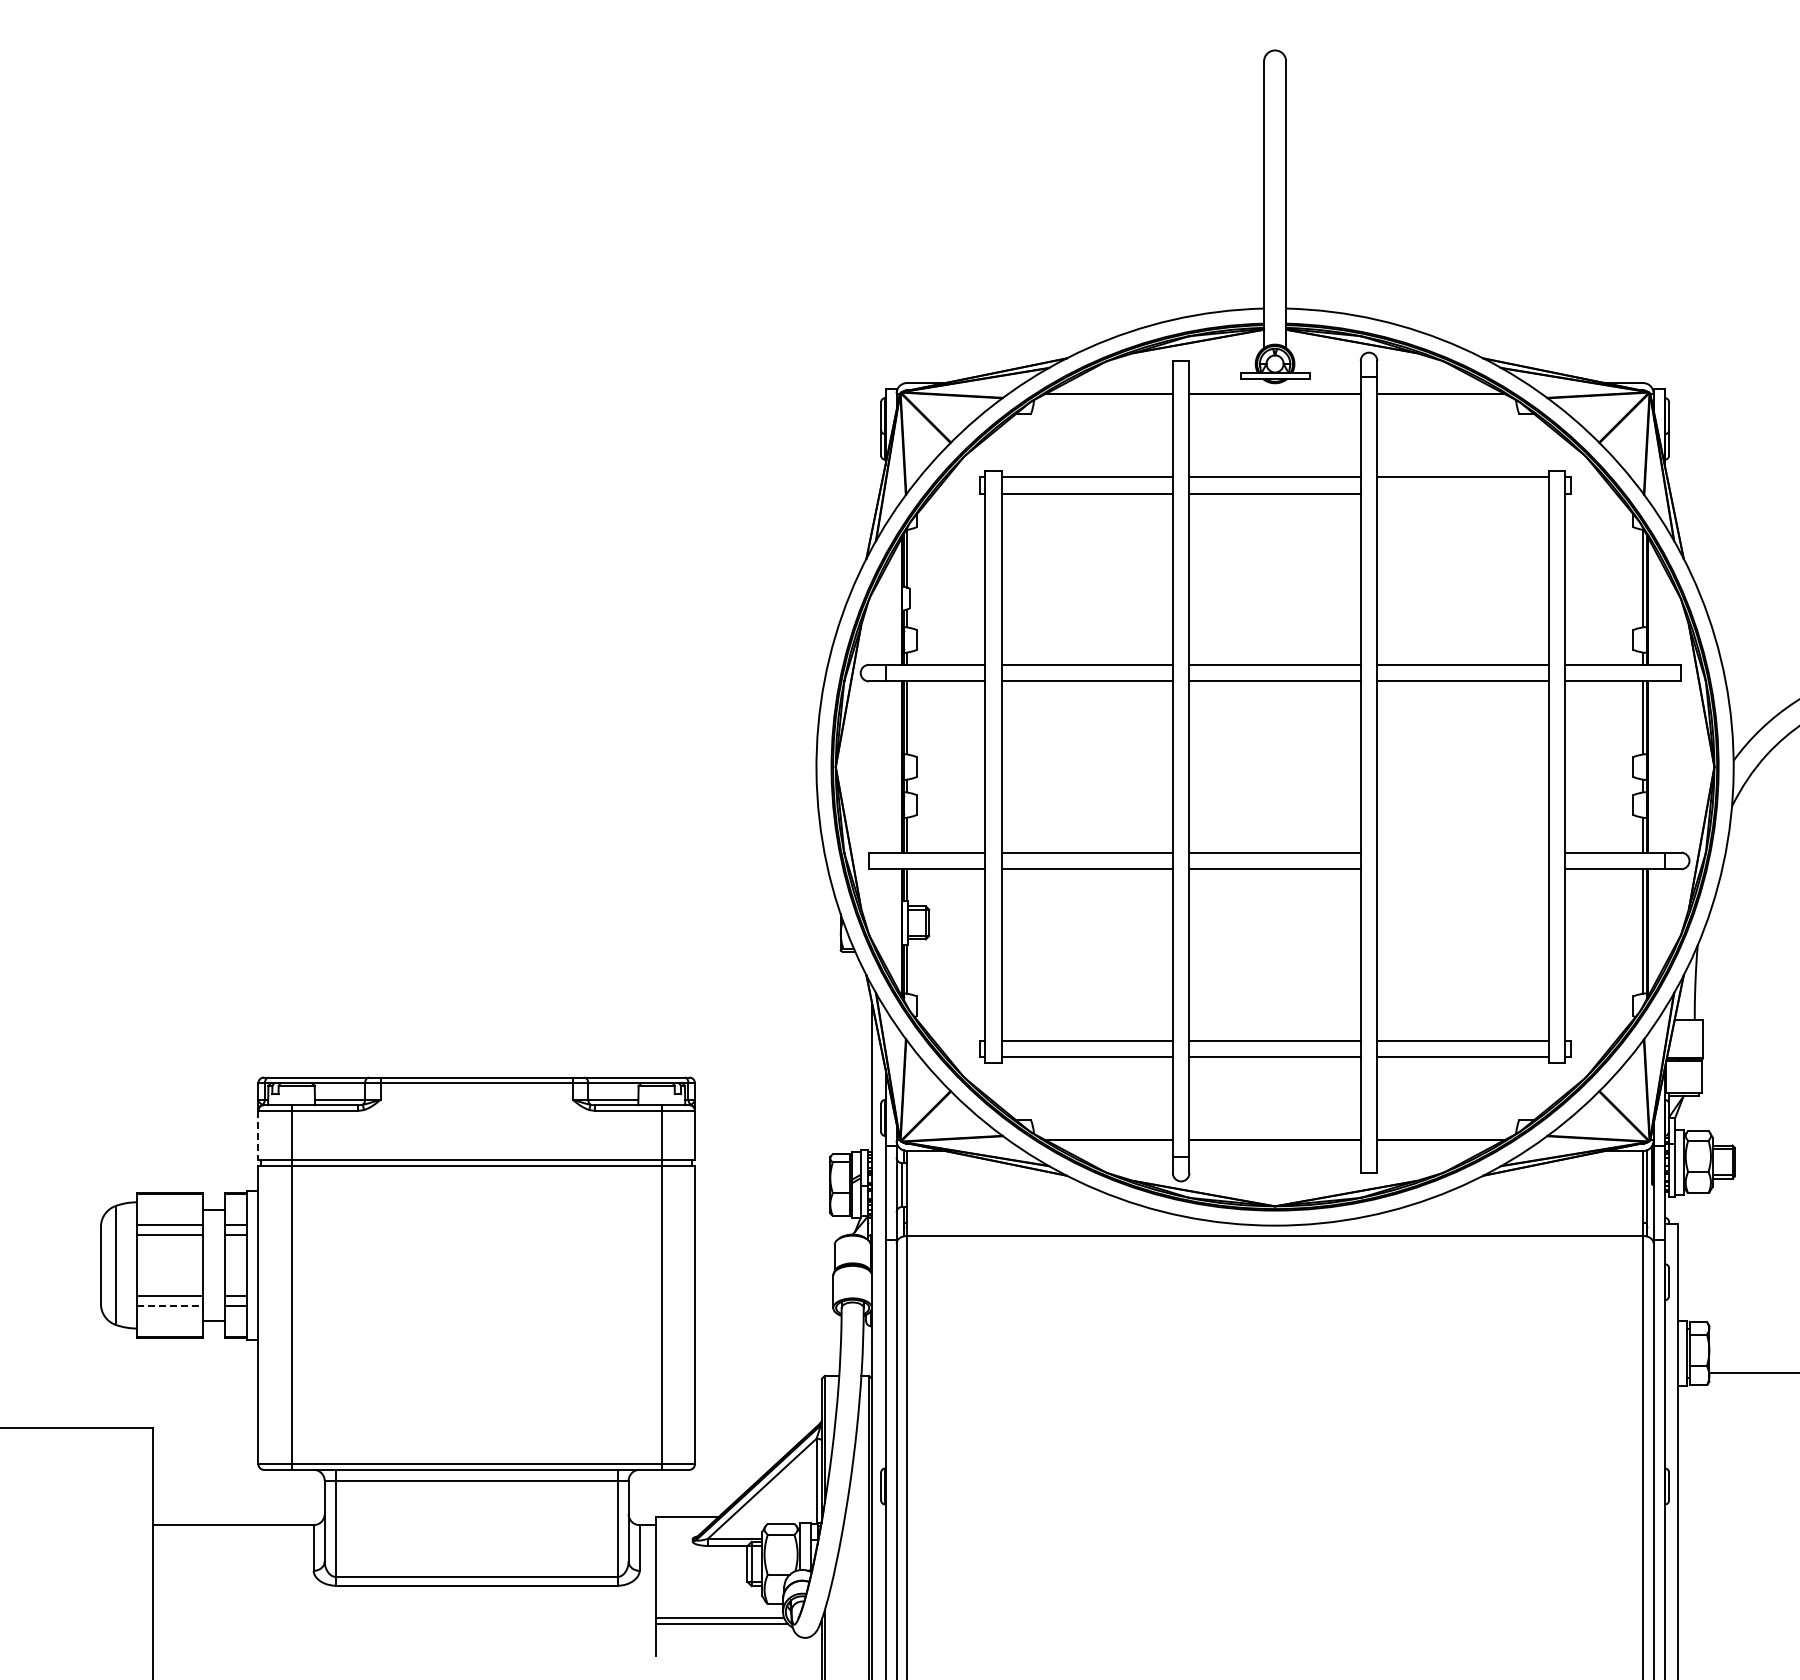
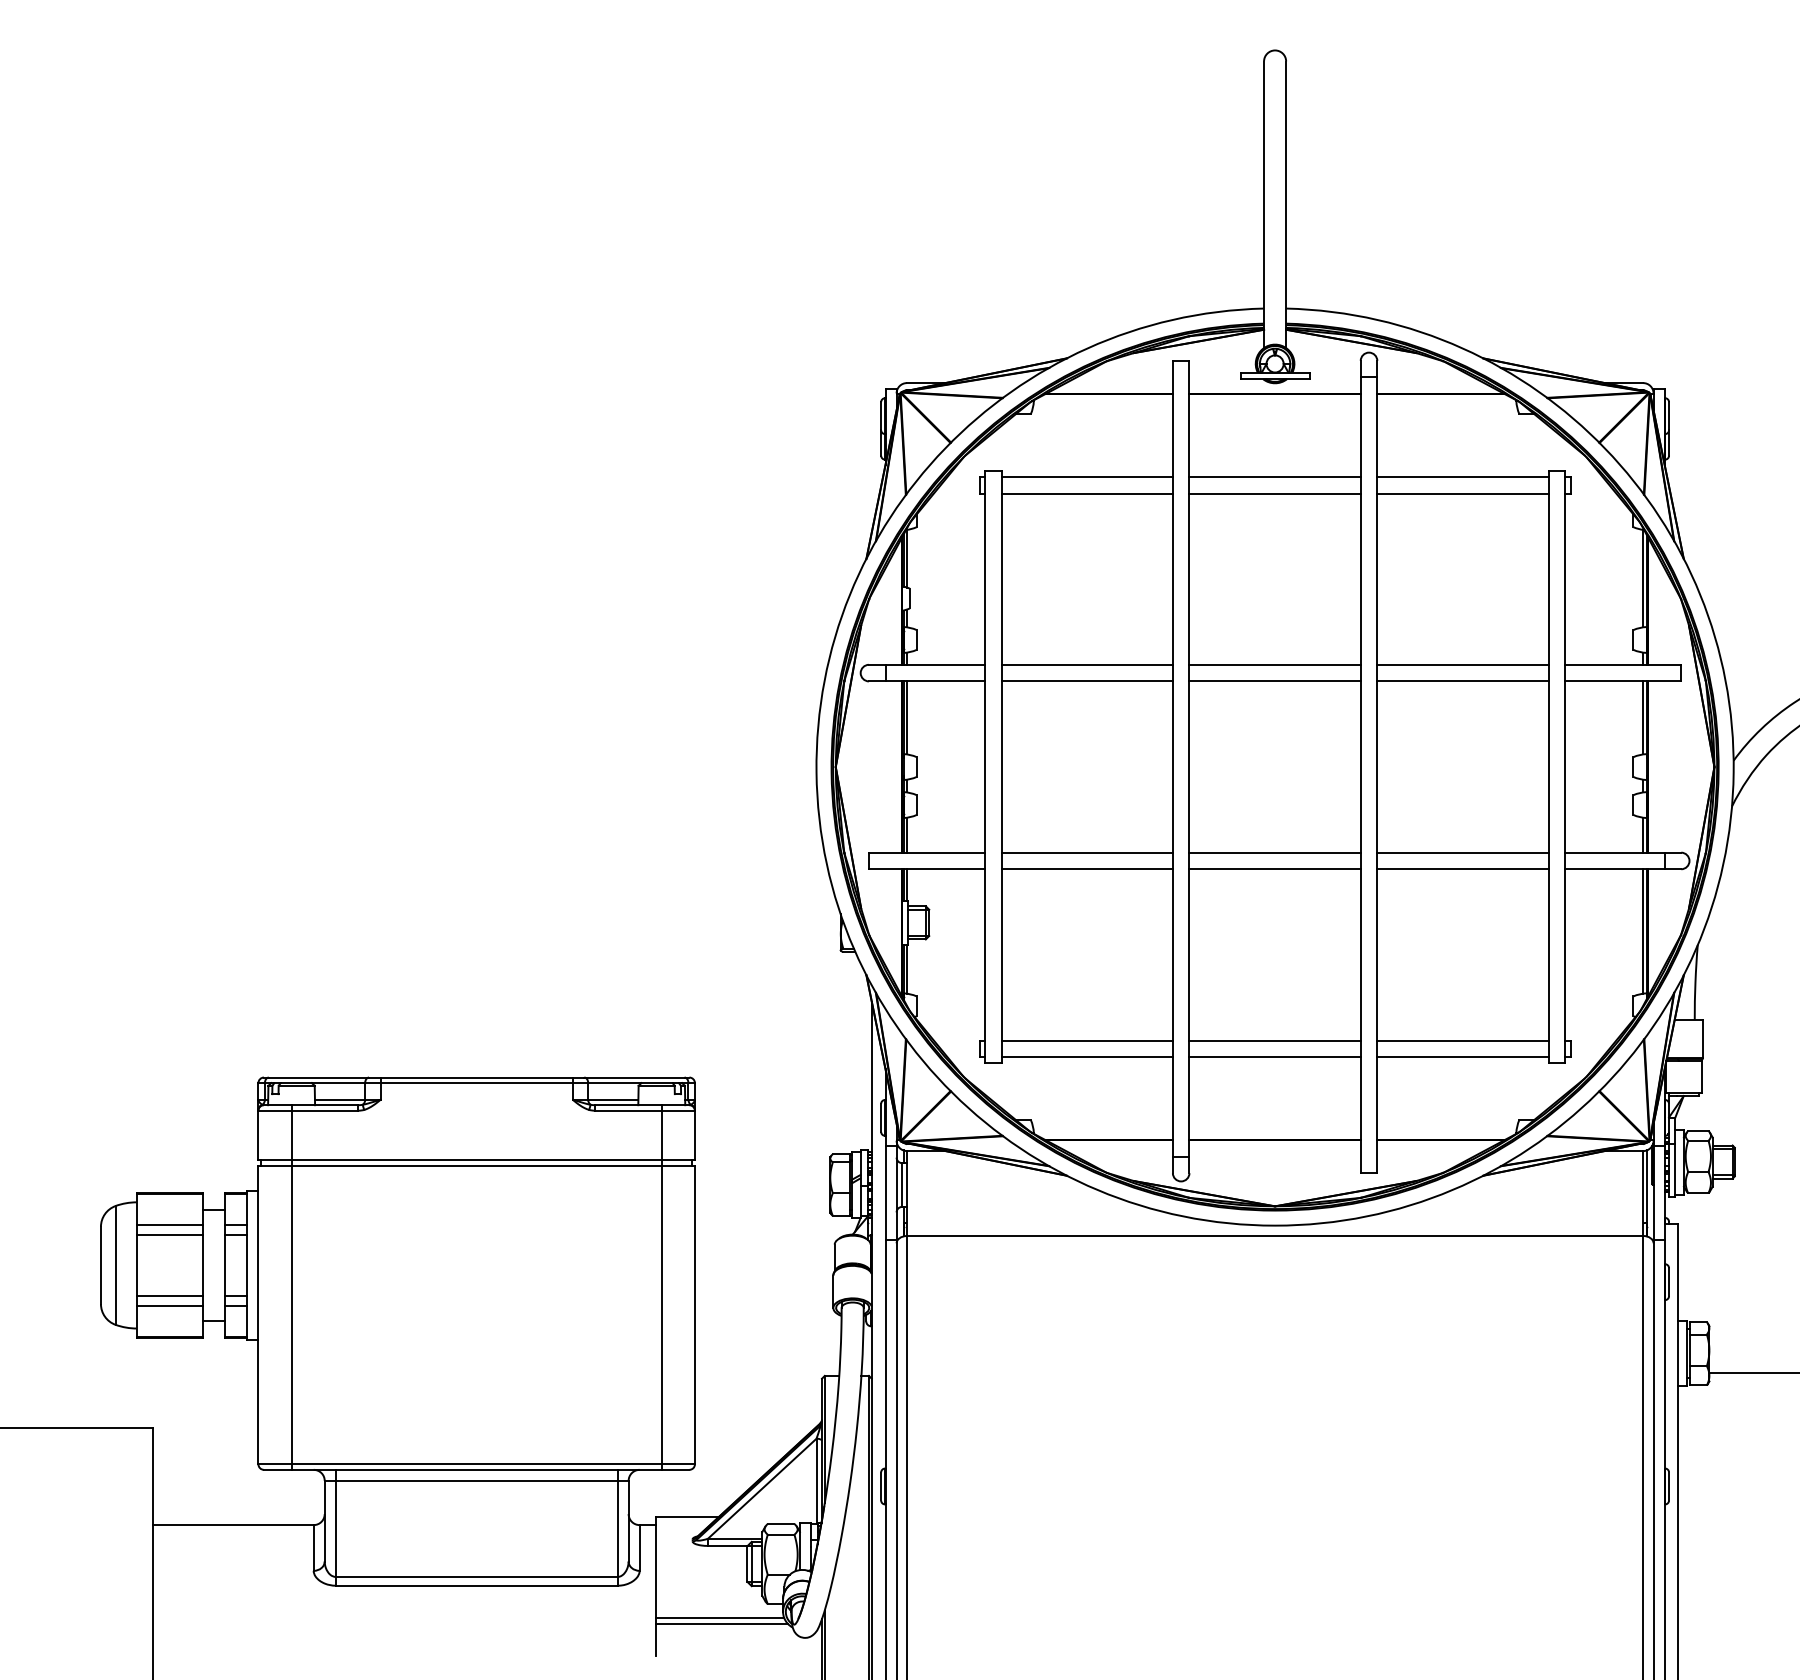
line at (1462, 493): none -> present
line at (1462, 852): none -> present
line at (1462, 869): none -> present
line at (258, 1135): dashed -> solid
line at (170, 1305): dashed -> solid
